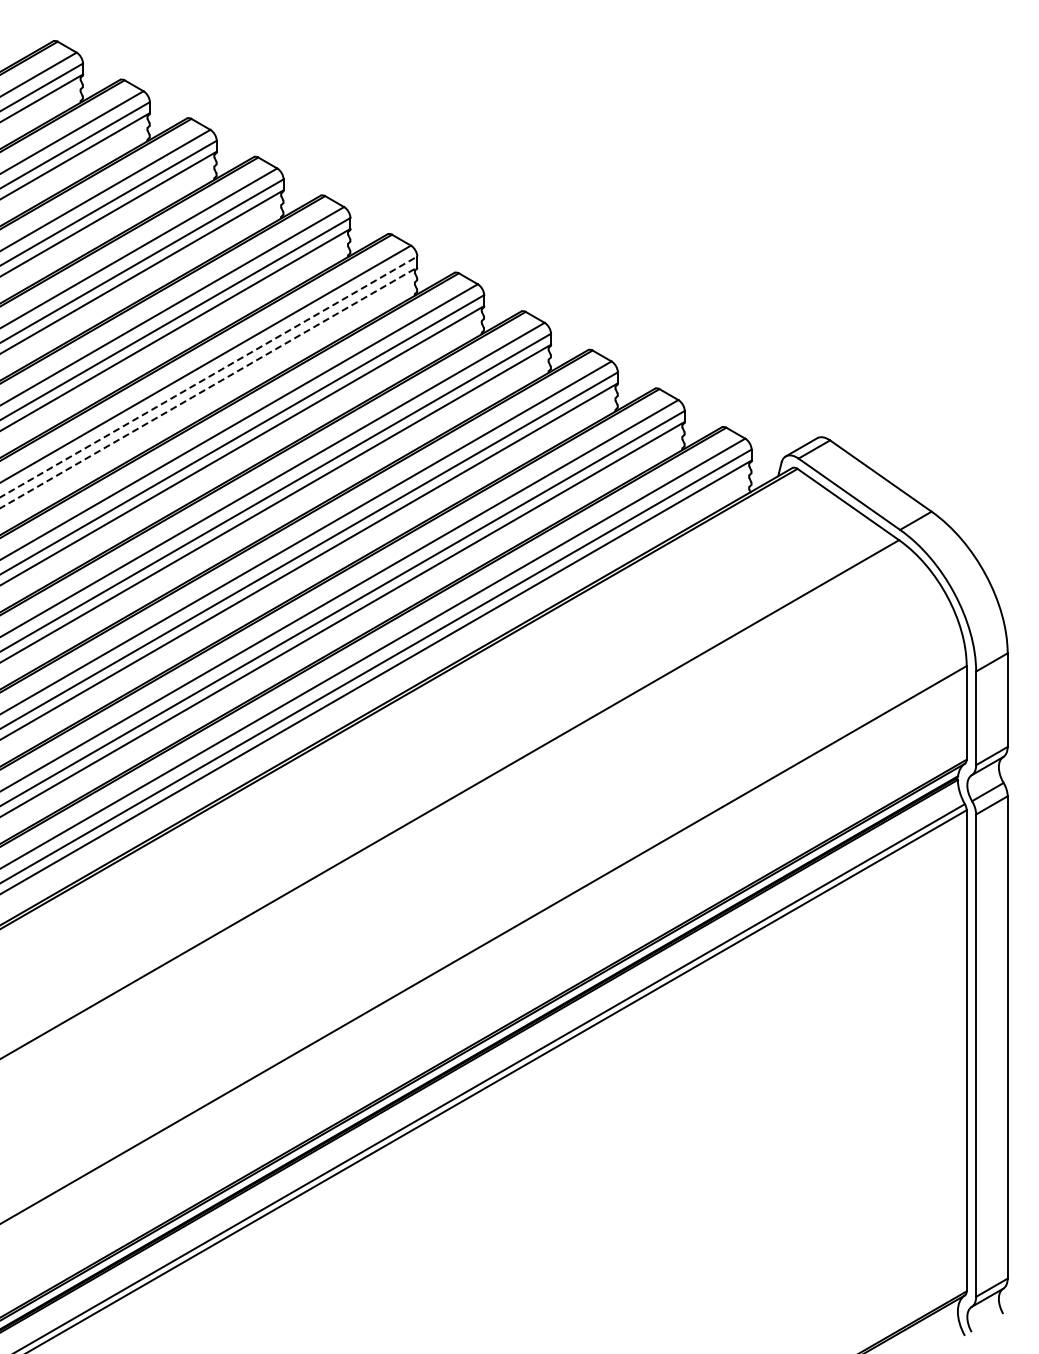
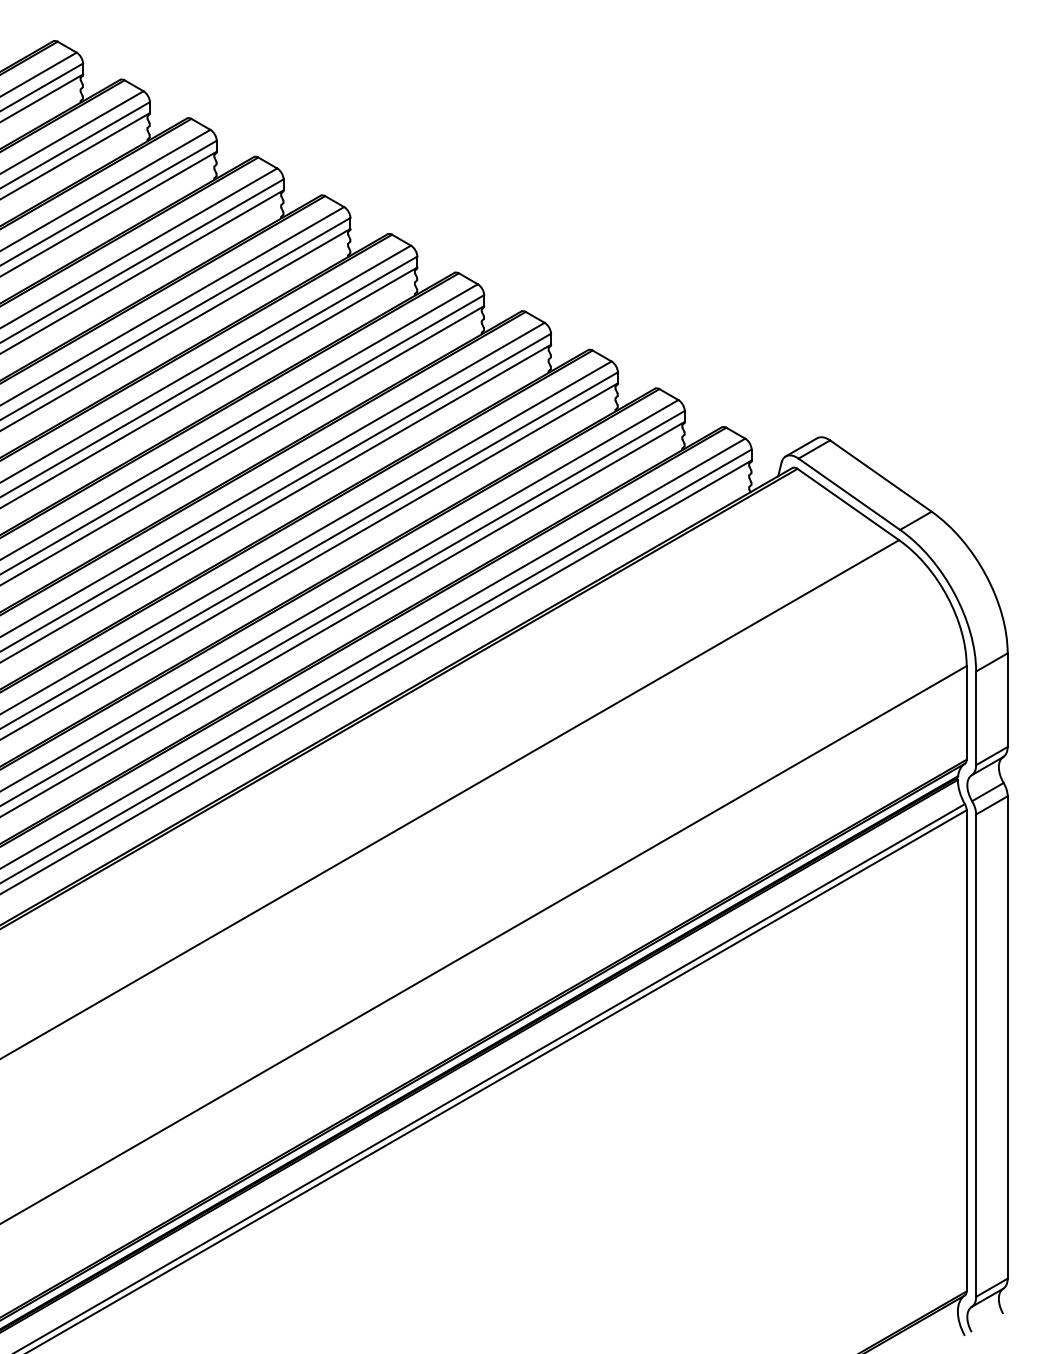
line at (209, 376): dashed -> solid
line at (209, 387): dashed -> solid
